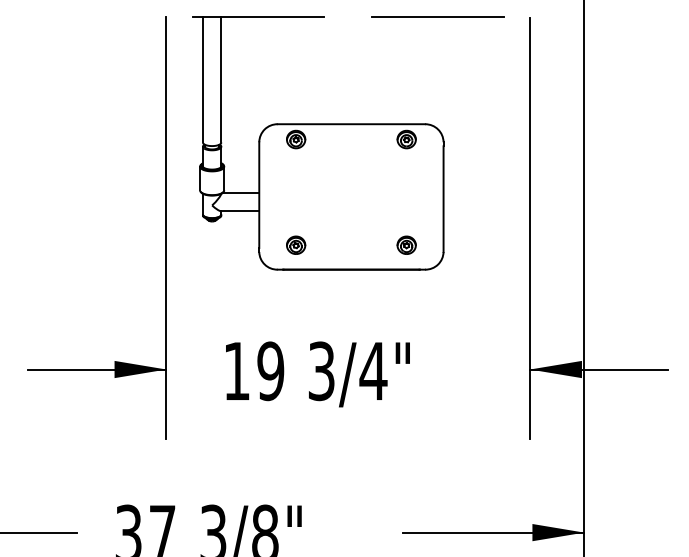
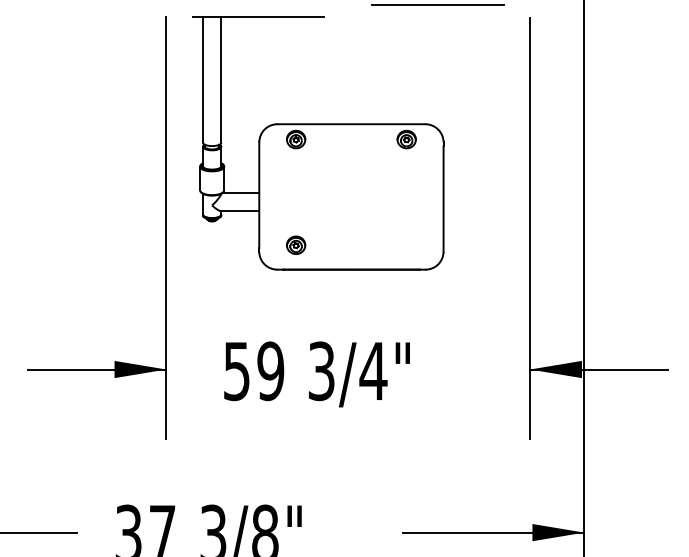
line at (437, 16) position: (437, 16) -> (437, 4)
part at (406, 244): present -> none
text at (236, 371): 19 -> 59
